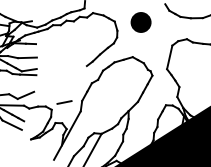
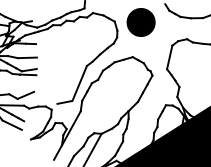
part at (140, 22) size: 22x21 px -> 30x29 px
line at (79, 83): none -> present
